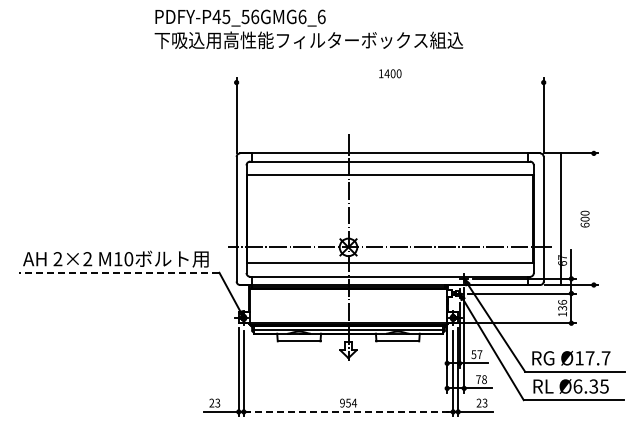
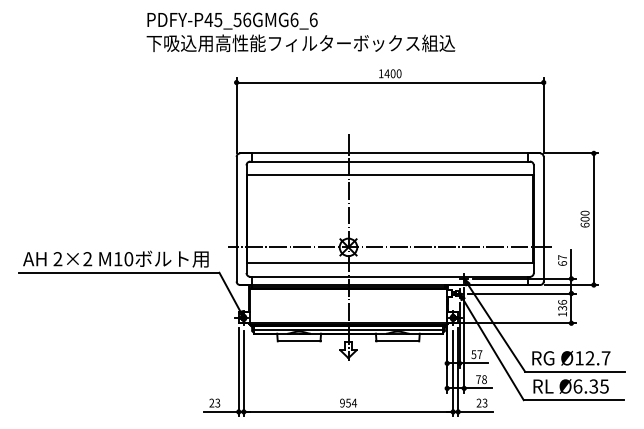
text at (308, 29) position: (308, 29) -> (300, 32)
line at (389, 82): none -> present
line at (560, 219) position: (560, 219) -> (593, 219)
line at (118, 272): dashed -> solid
text at (589, 358): Ø17.7 -> Ø12.7
line at (348, 411): dashed -> solid
